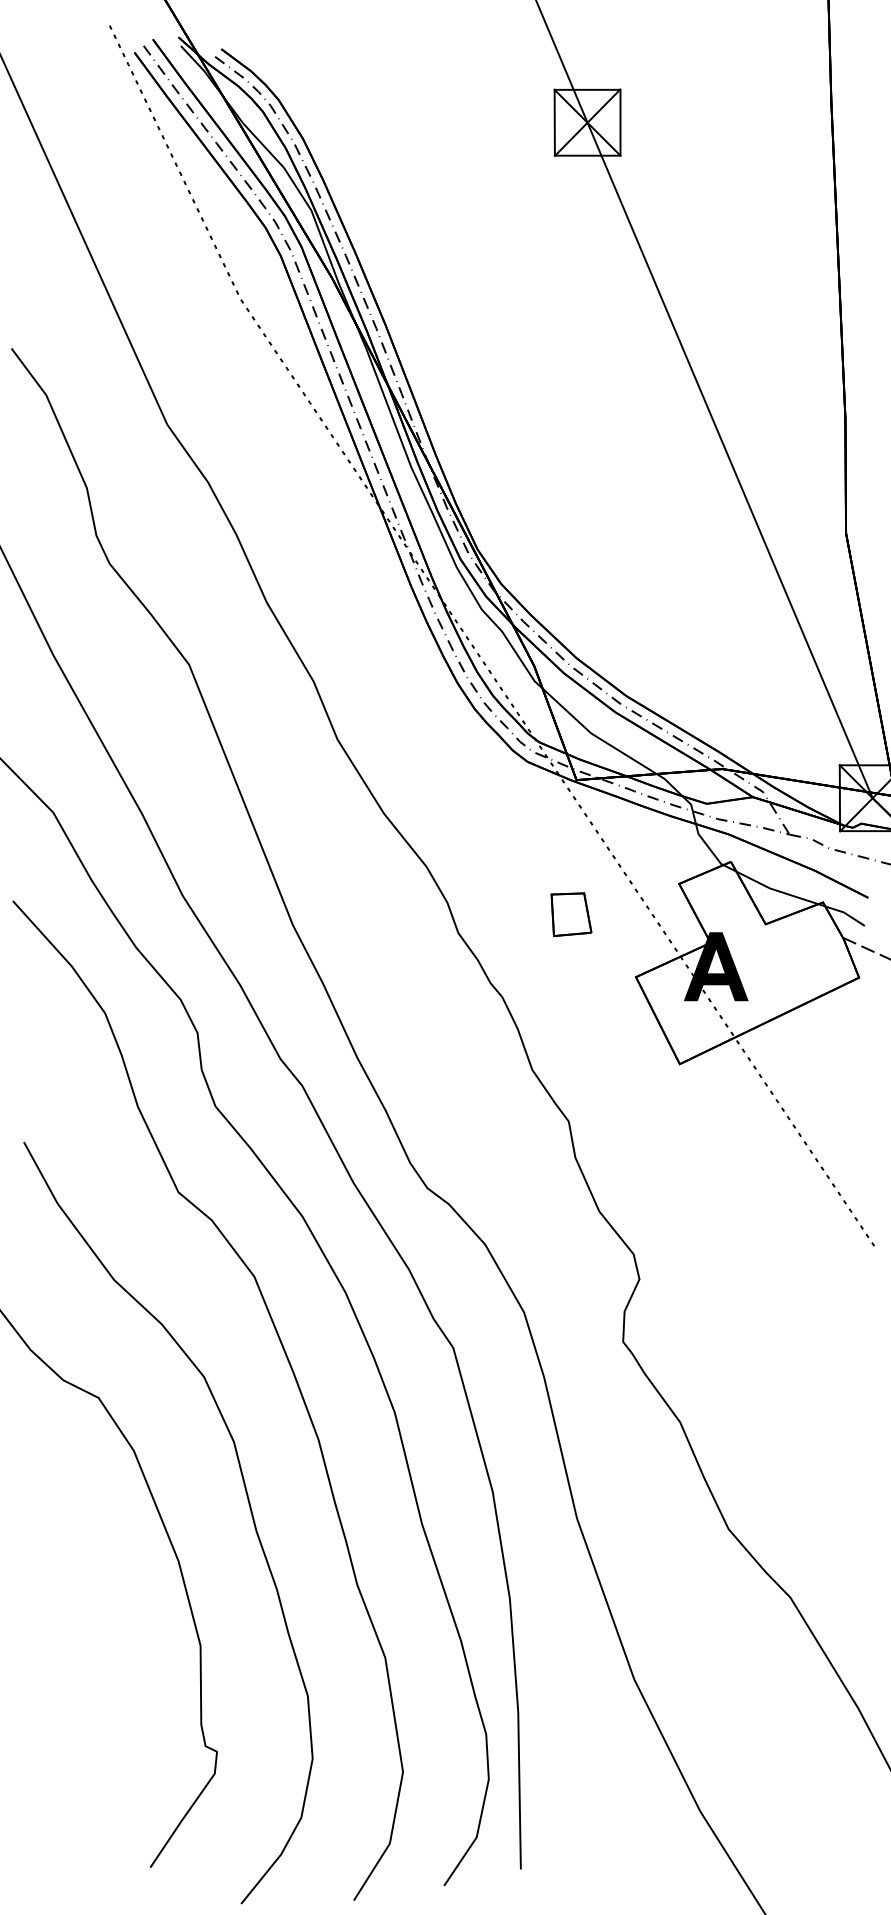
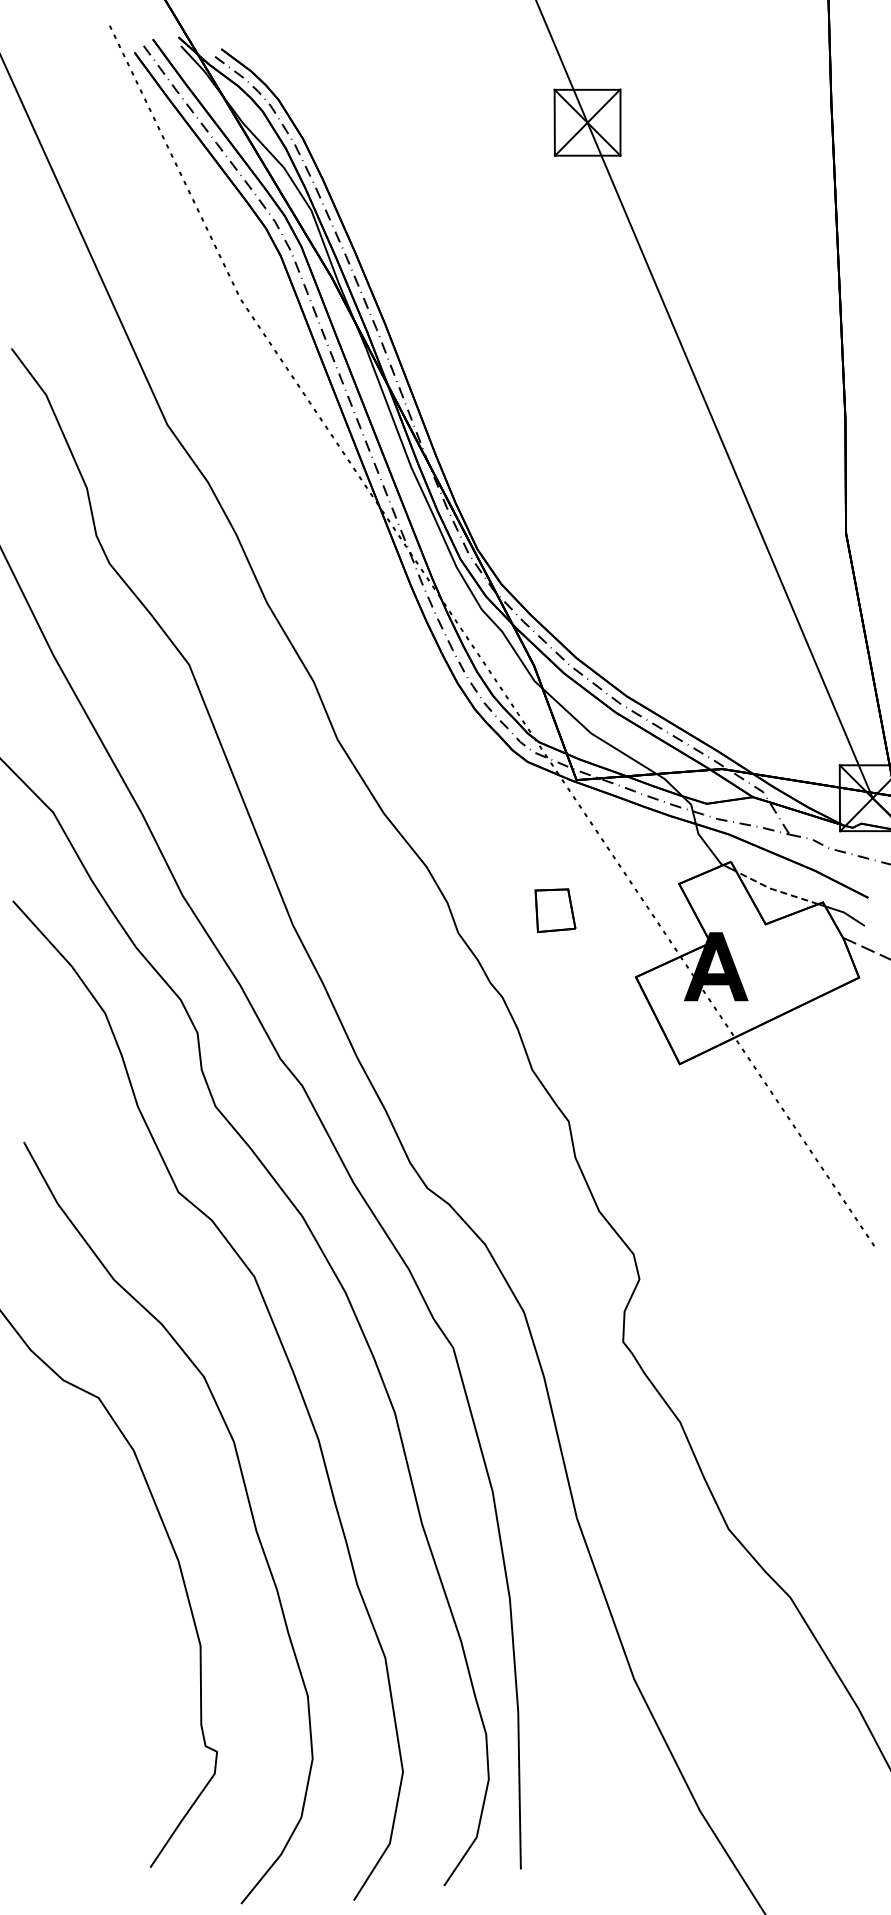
line at (775, 890): solid -> dashed
part at (571, 914) position: (571, 914) -> (555, 910)
